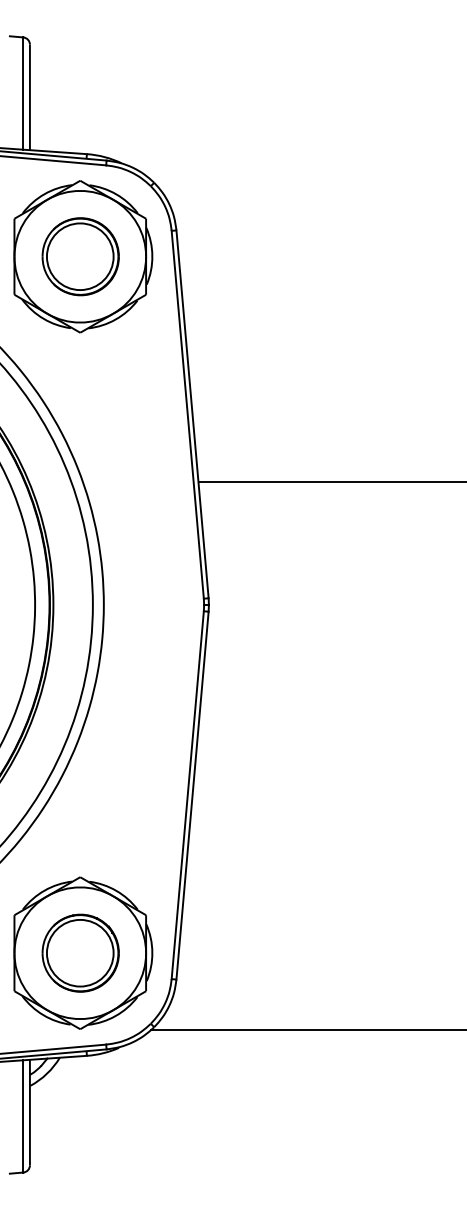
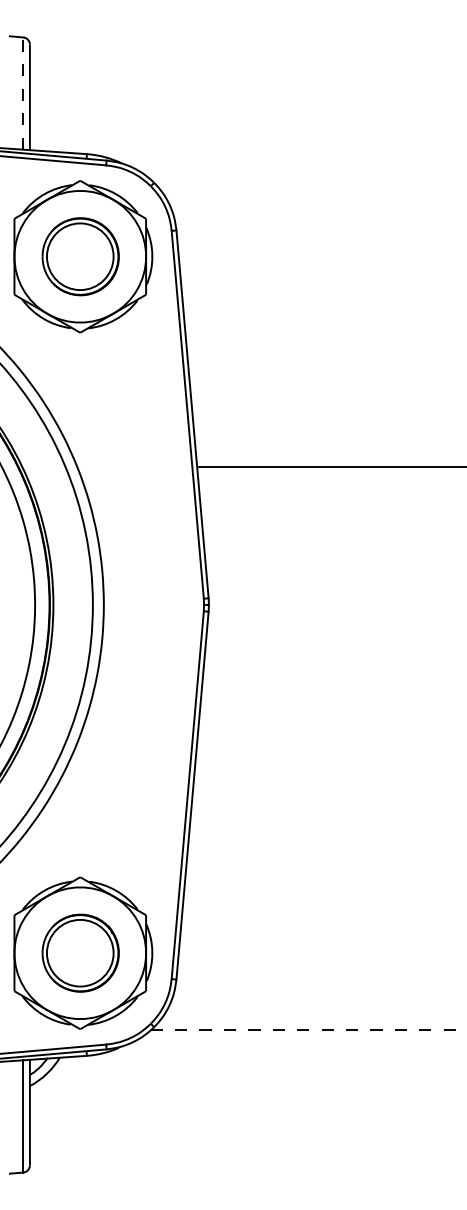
line at (23, 93): solid -> dashed
line at (330, 482) position: (330, 482) -> (330, 467)
line at (308, 1030): solid -> dashed
